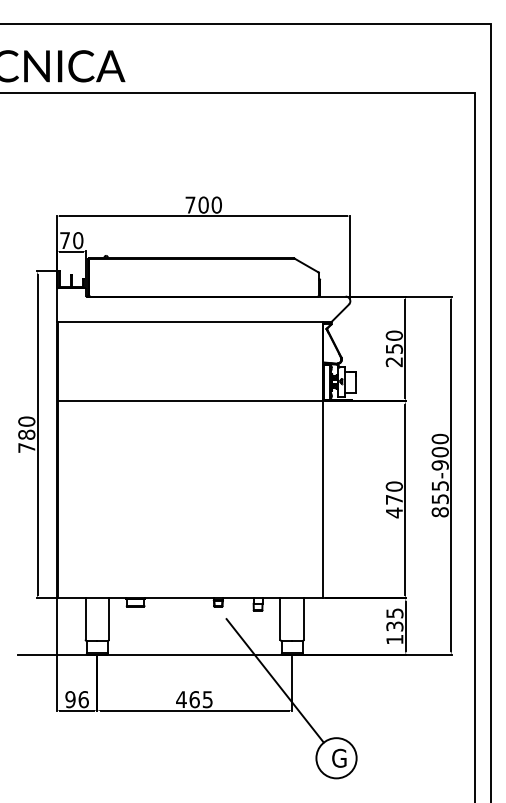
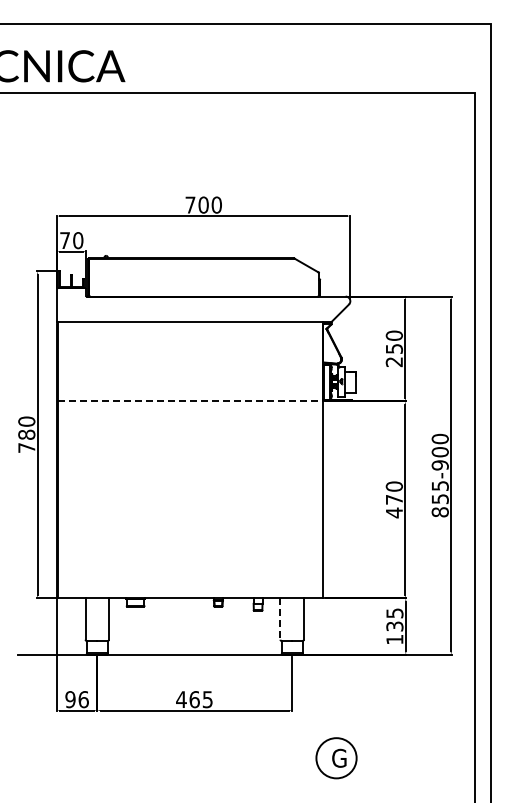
line at (190, 401): solid -> dashed
line at (280, 618): solid -> dashed
line at (274, 680): present -> none
